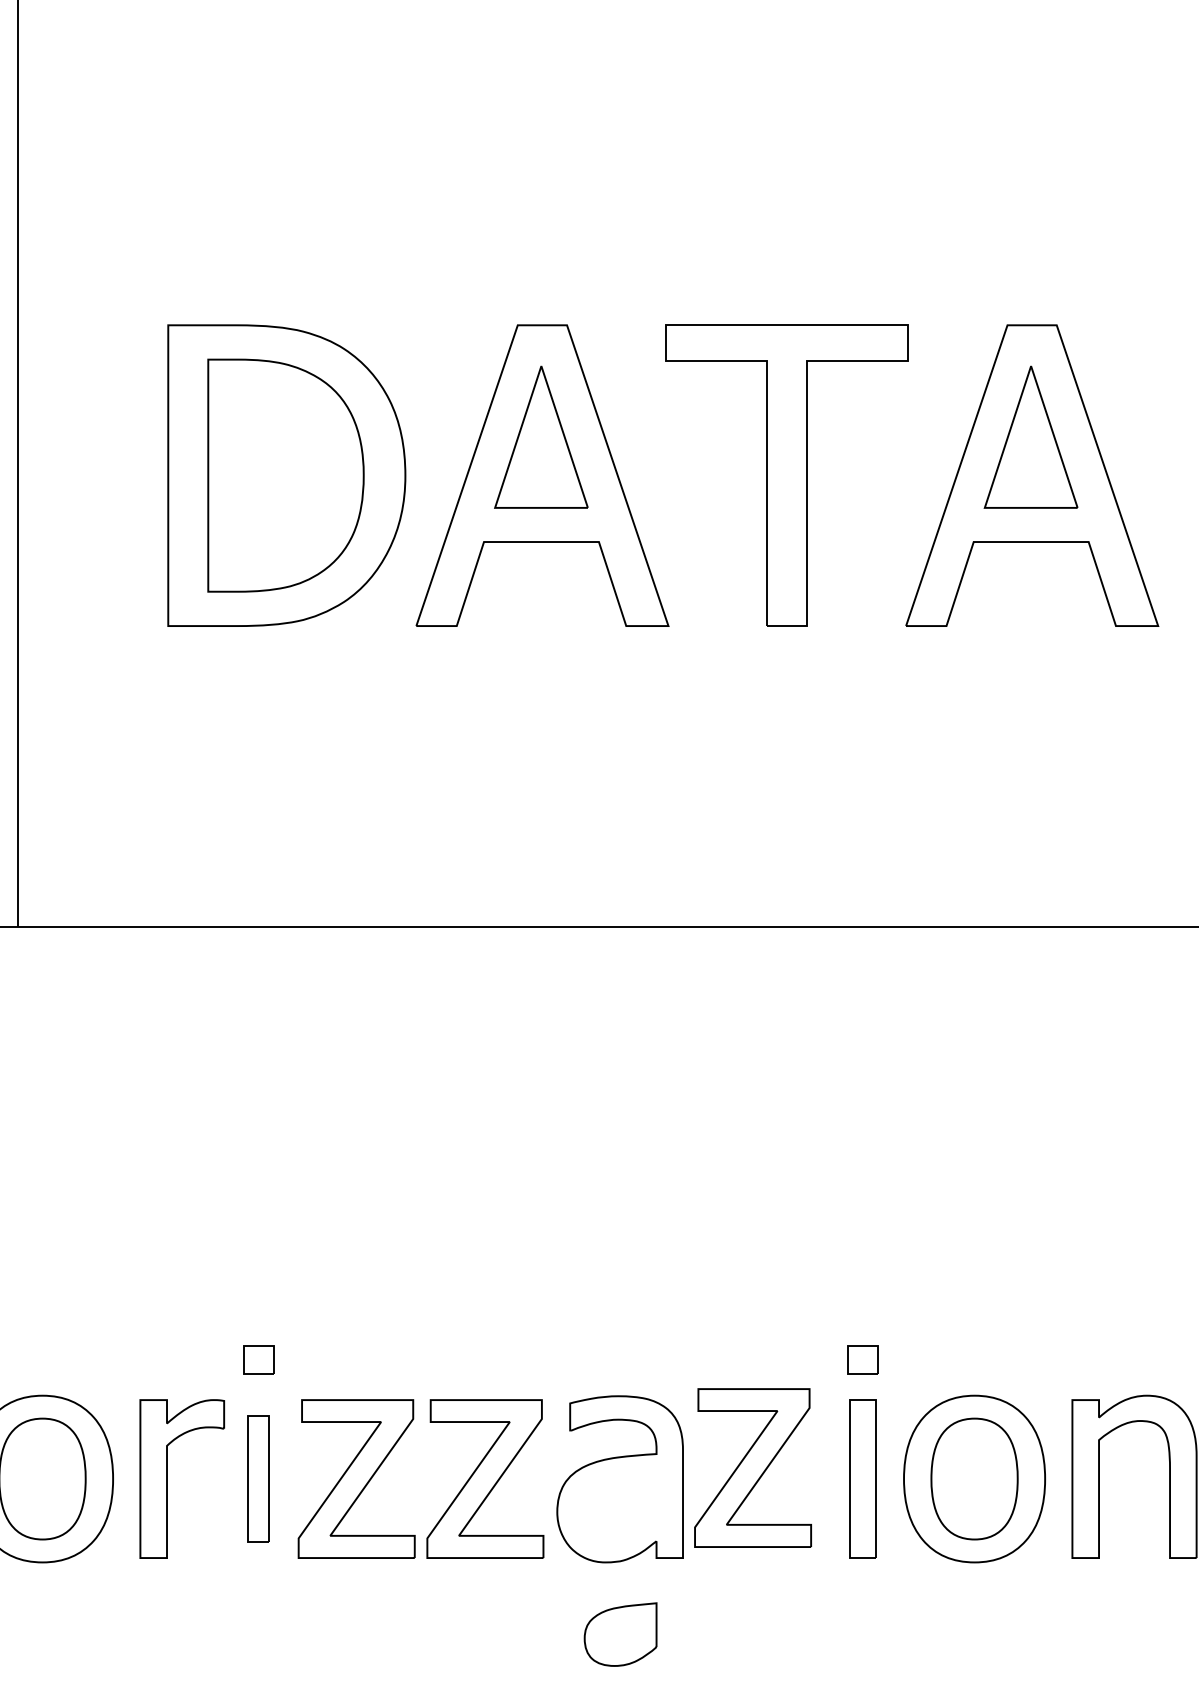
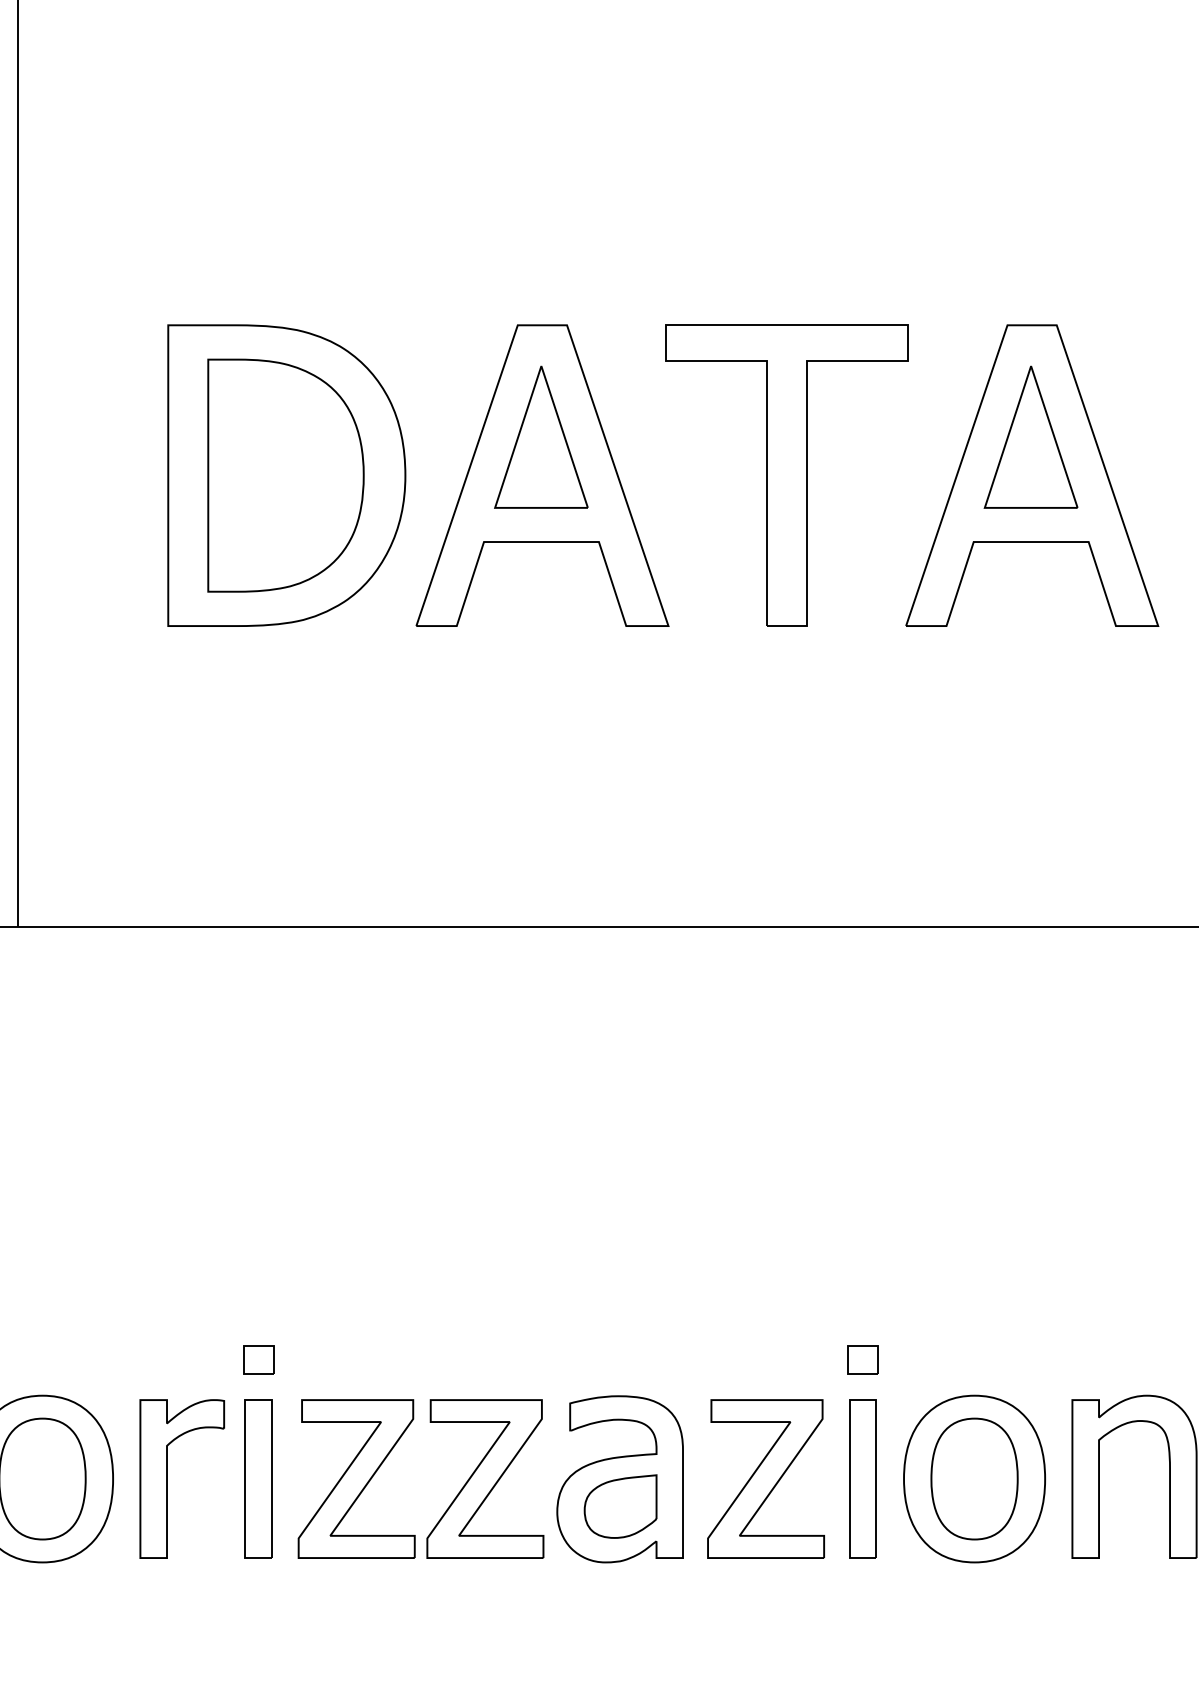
part at (752, 1467) position: (752, 1467) -> (765, 1478)
part at (258, 1478) size: 23x128 px -> 29x160 px
part at (620, 1634) position: (620, 1634) -> (620, 1506)
